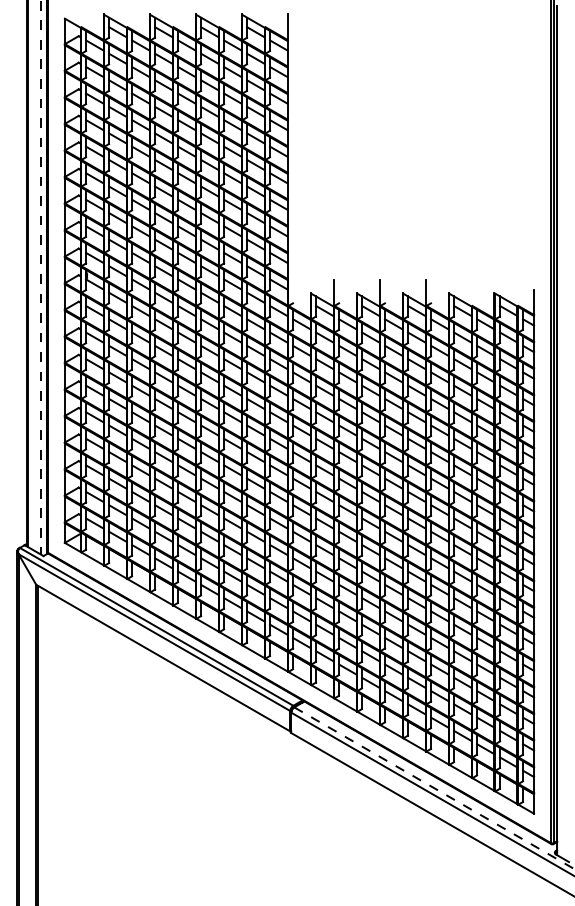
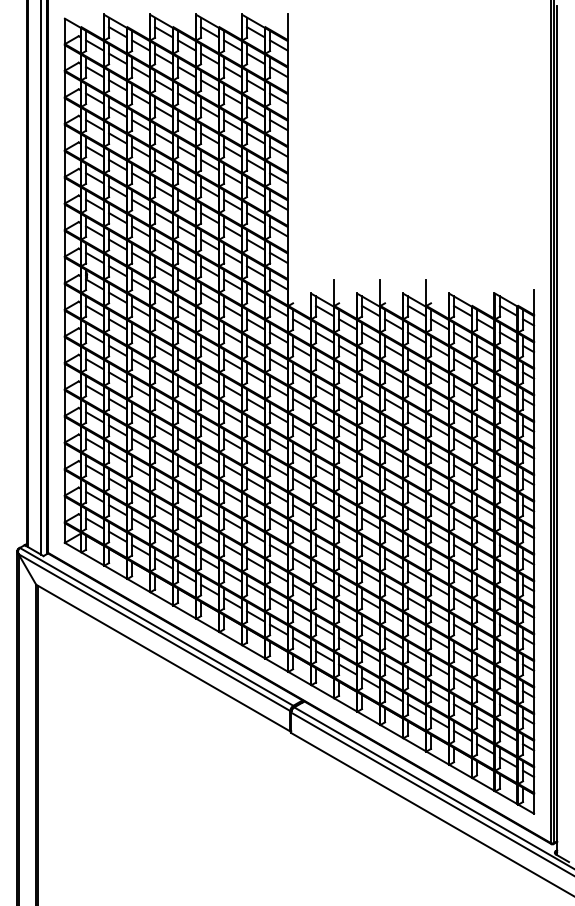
line at (40, 277): dashed -> solid
line at (434, 788): dashed -> solid
